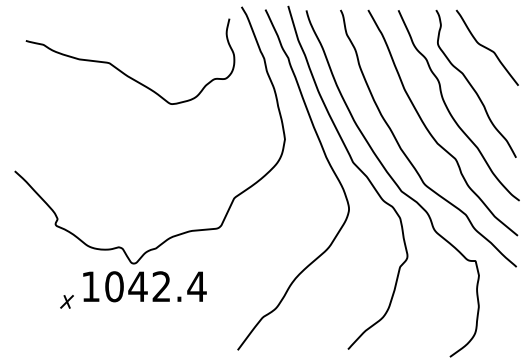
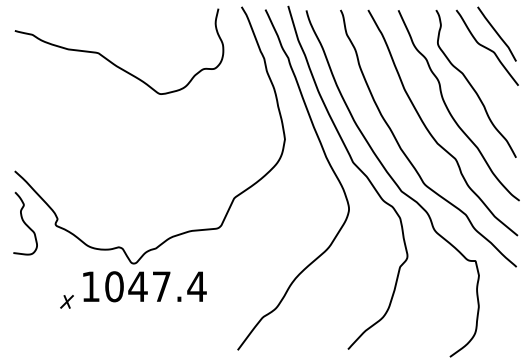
curve at (496, 33): none -> present
curve at (124, 72) position: (124, 72) -> (113, 62)
curve at (25, 223): none -> present
text at (161, 286): 1042.4 -> 1047.4
